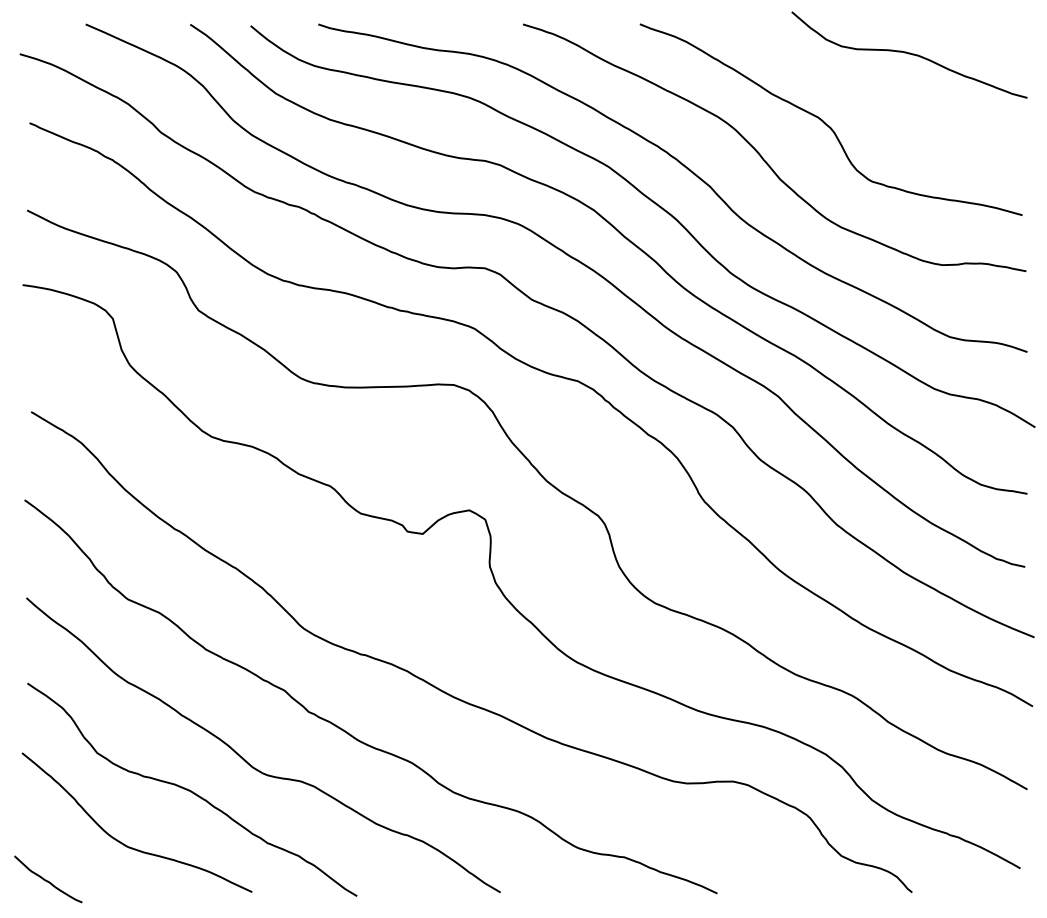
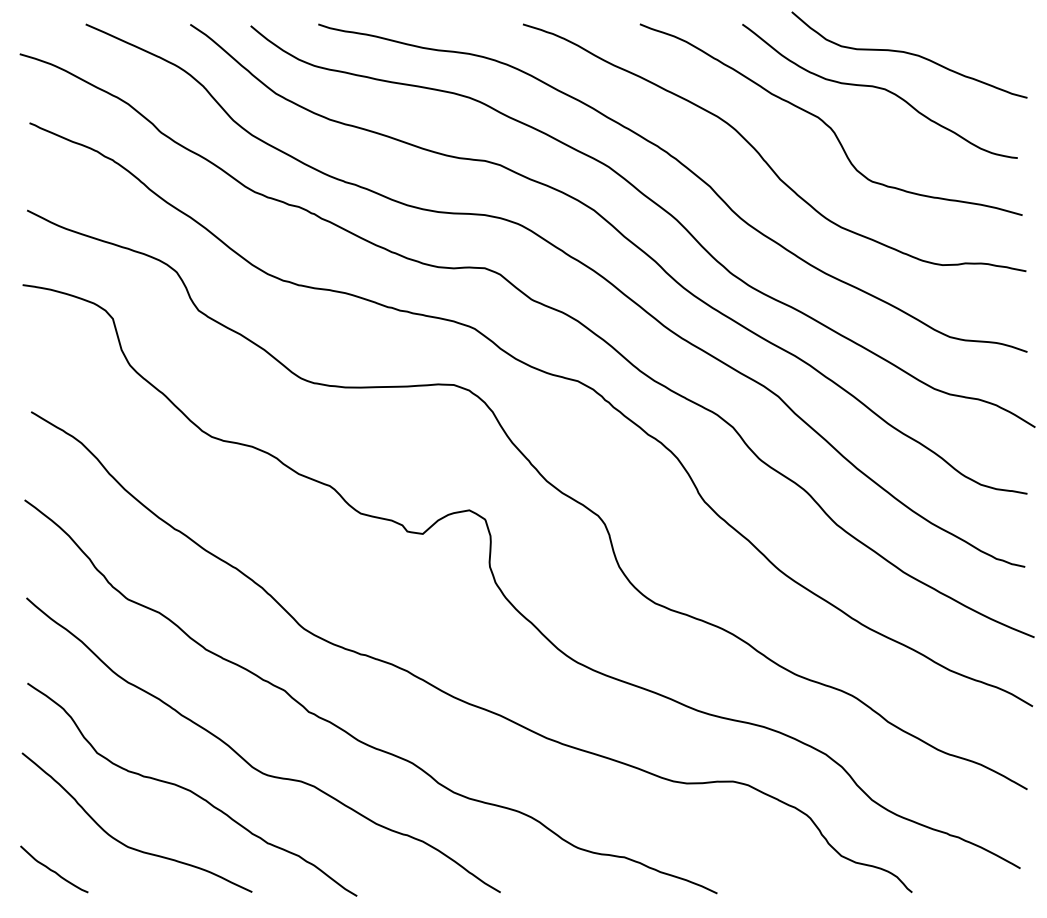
curve at (880, 89): none -> present
curve at (48, 880) position: (48, 880) -> (54, 870)
